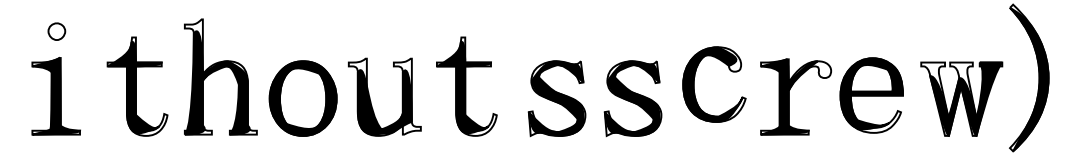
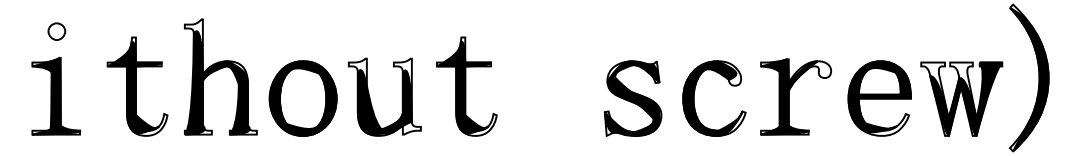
part at (694, 84) position: (694, 84) -> (694, 98)
part at (871, 95) position: (871, 95) -> (879, 98)
part at (556, 98): present -> none
